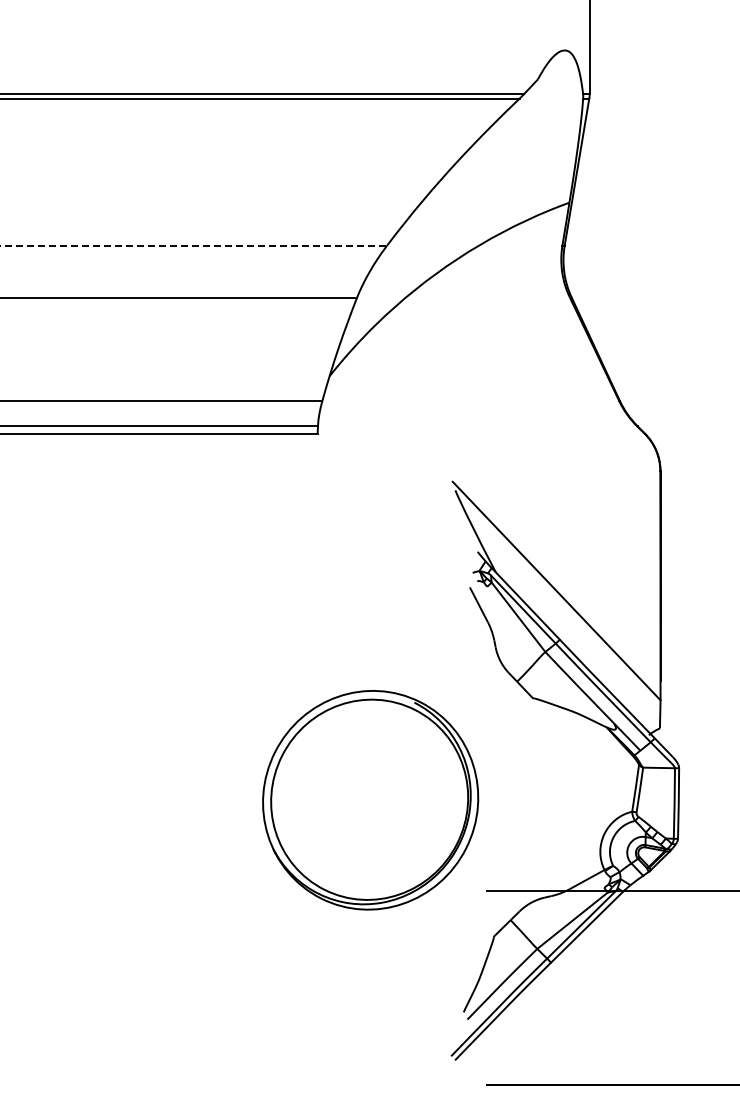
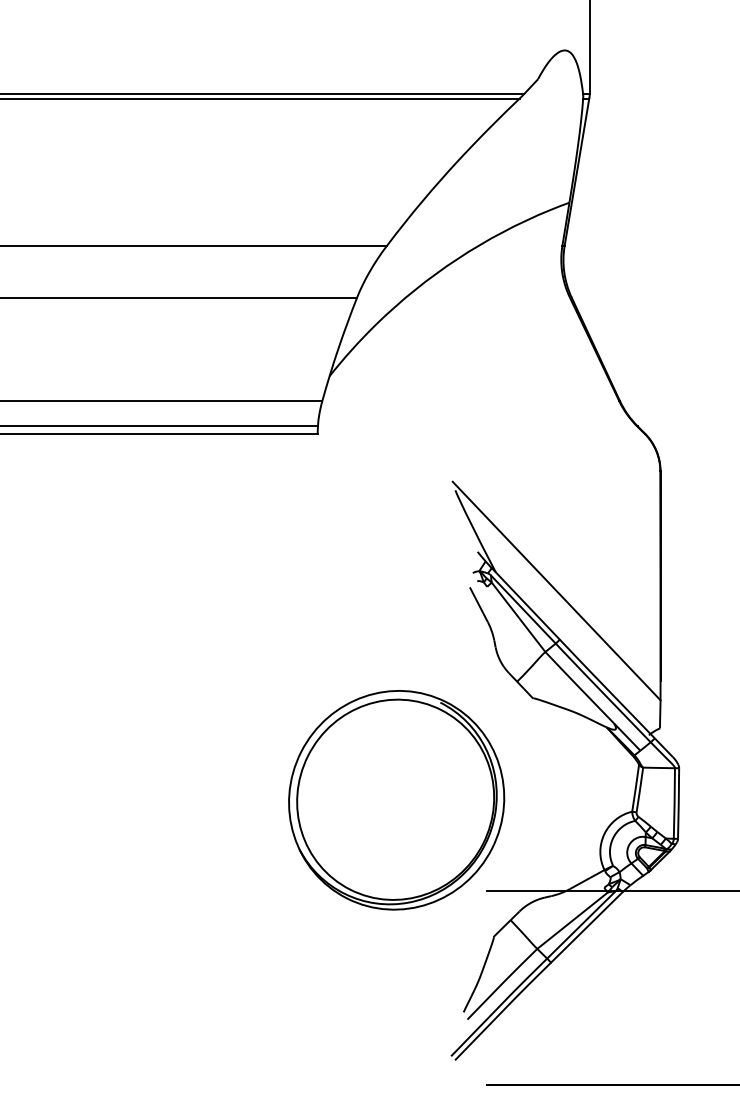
line at (194, 245): dashed -> solid
part at (370, 800) position: (370, 800) -> (396, 800)
